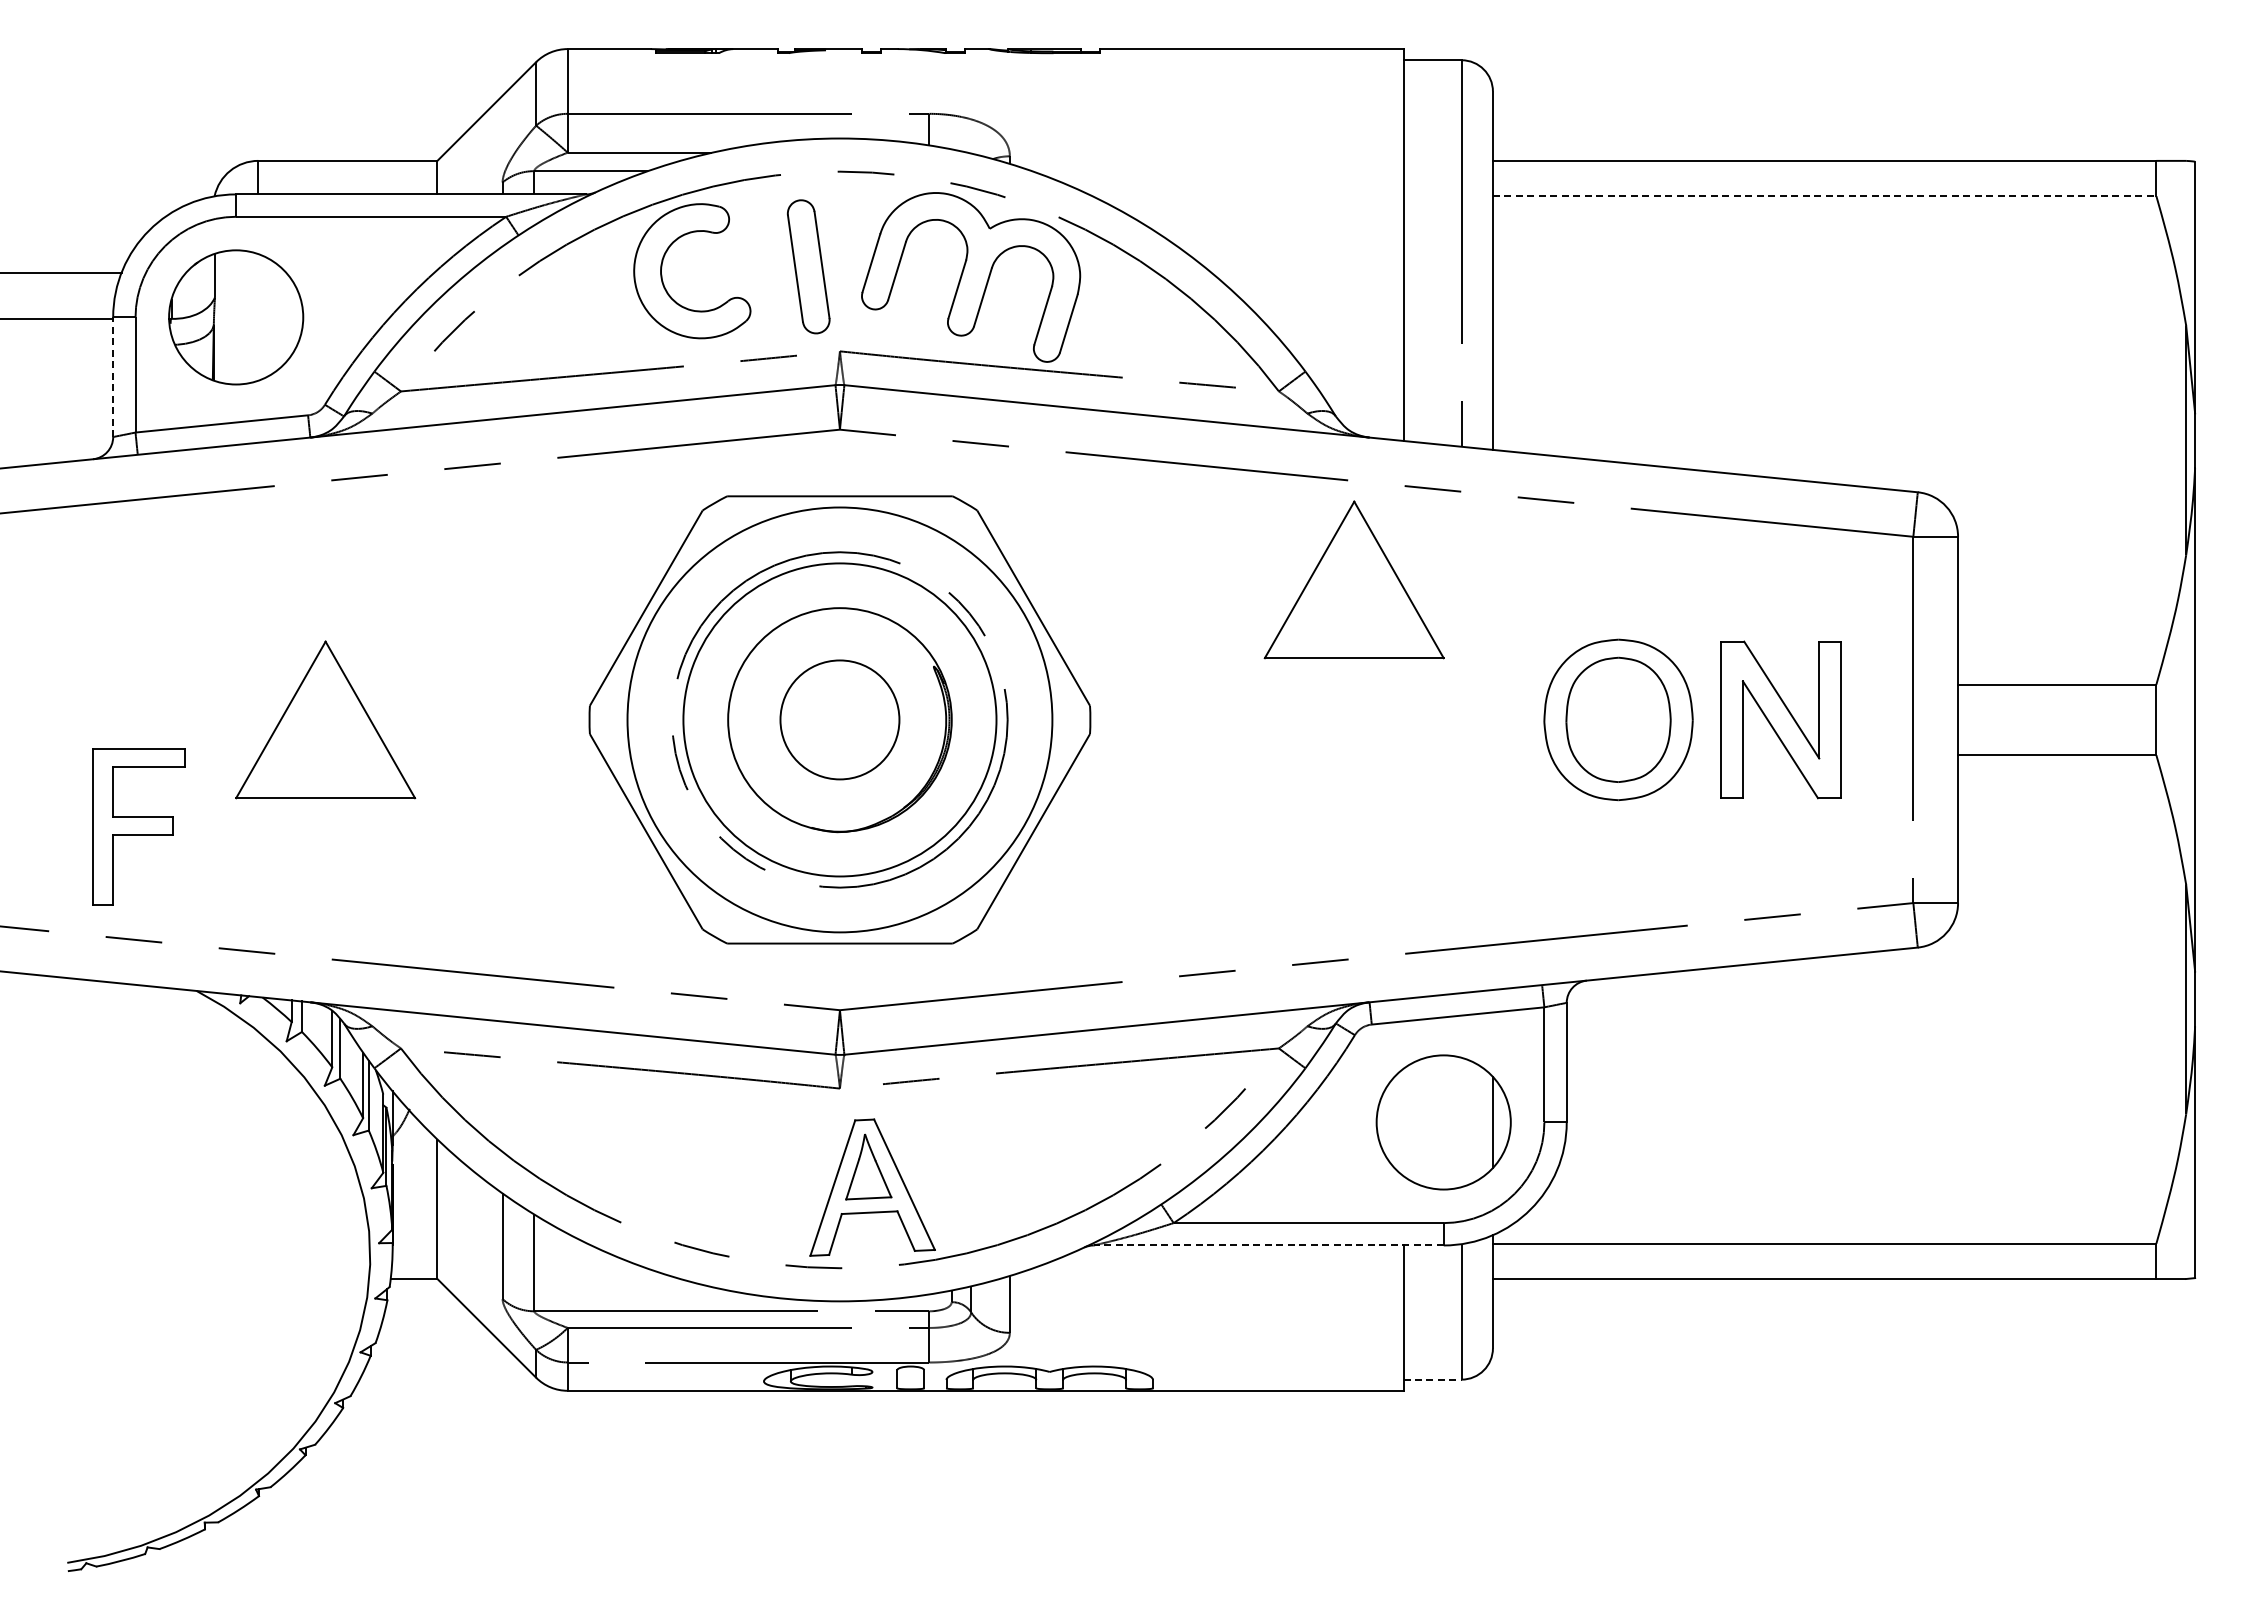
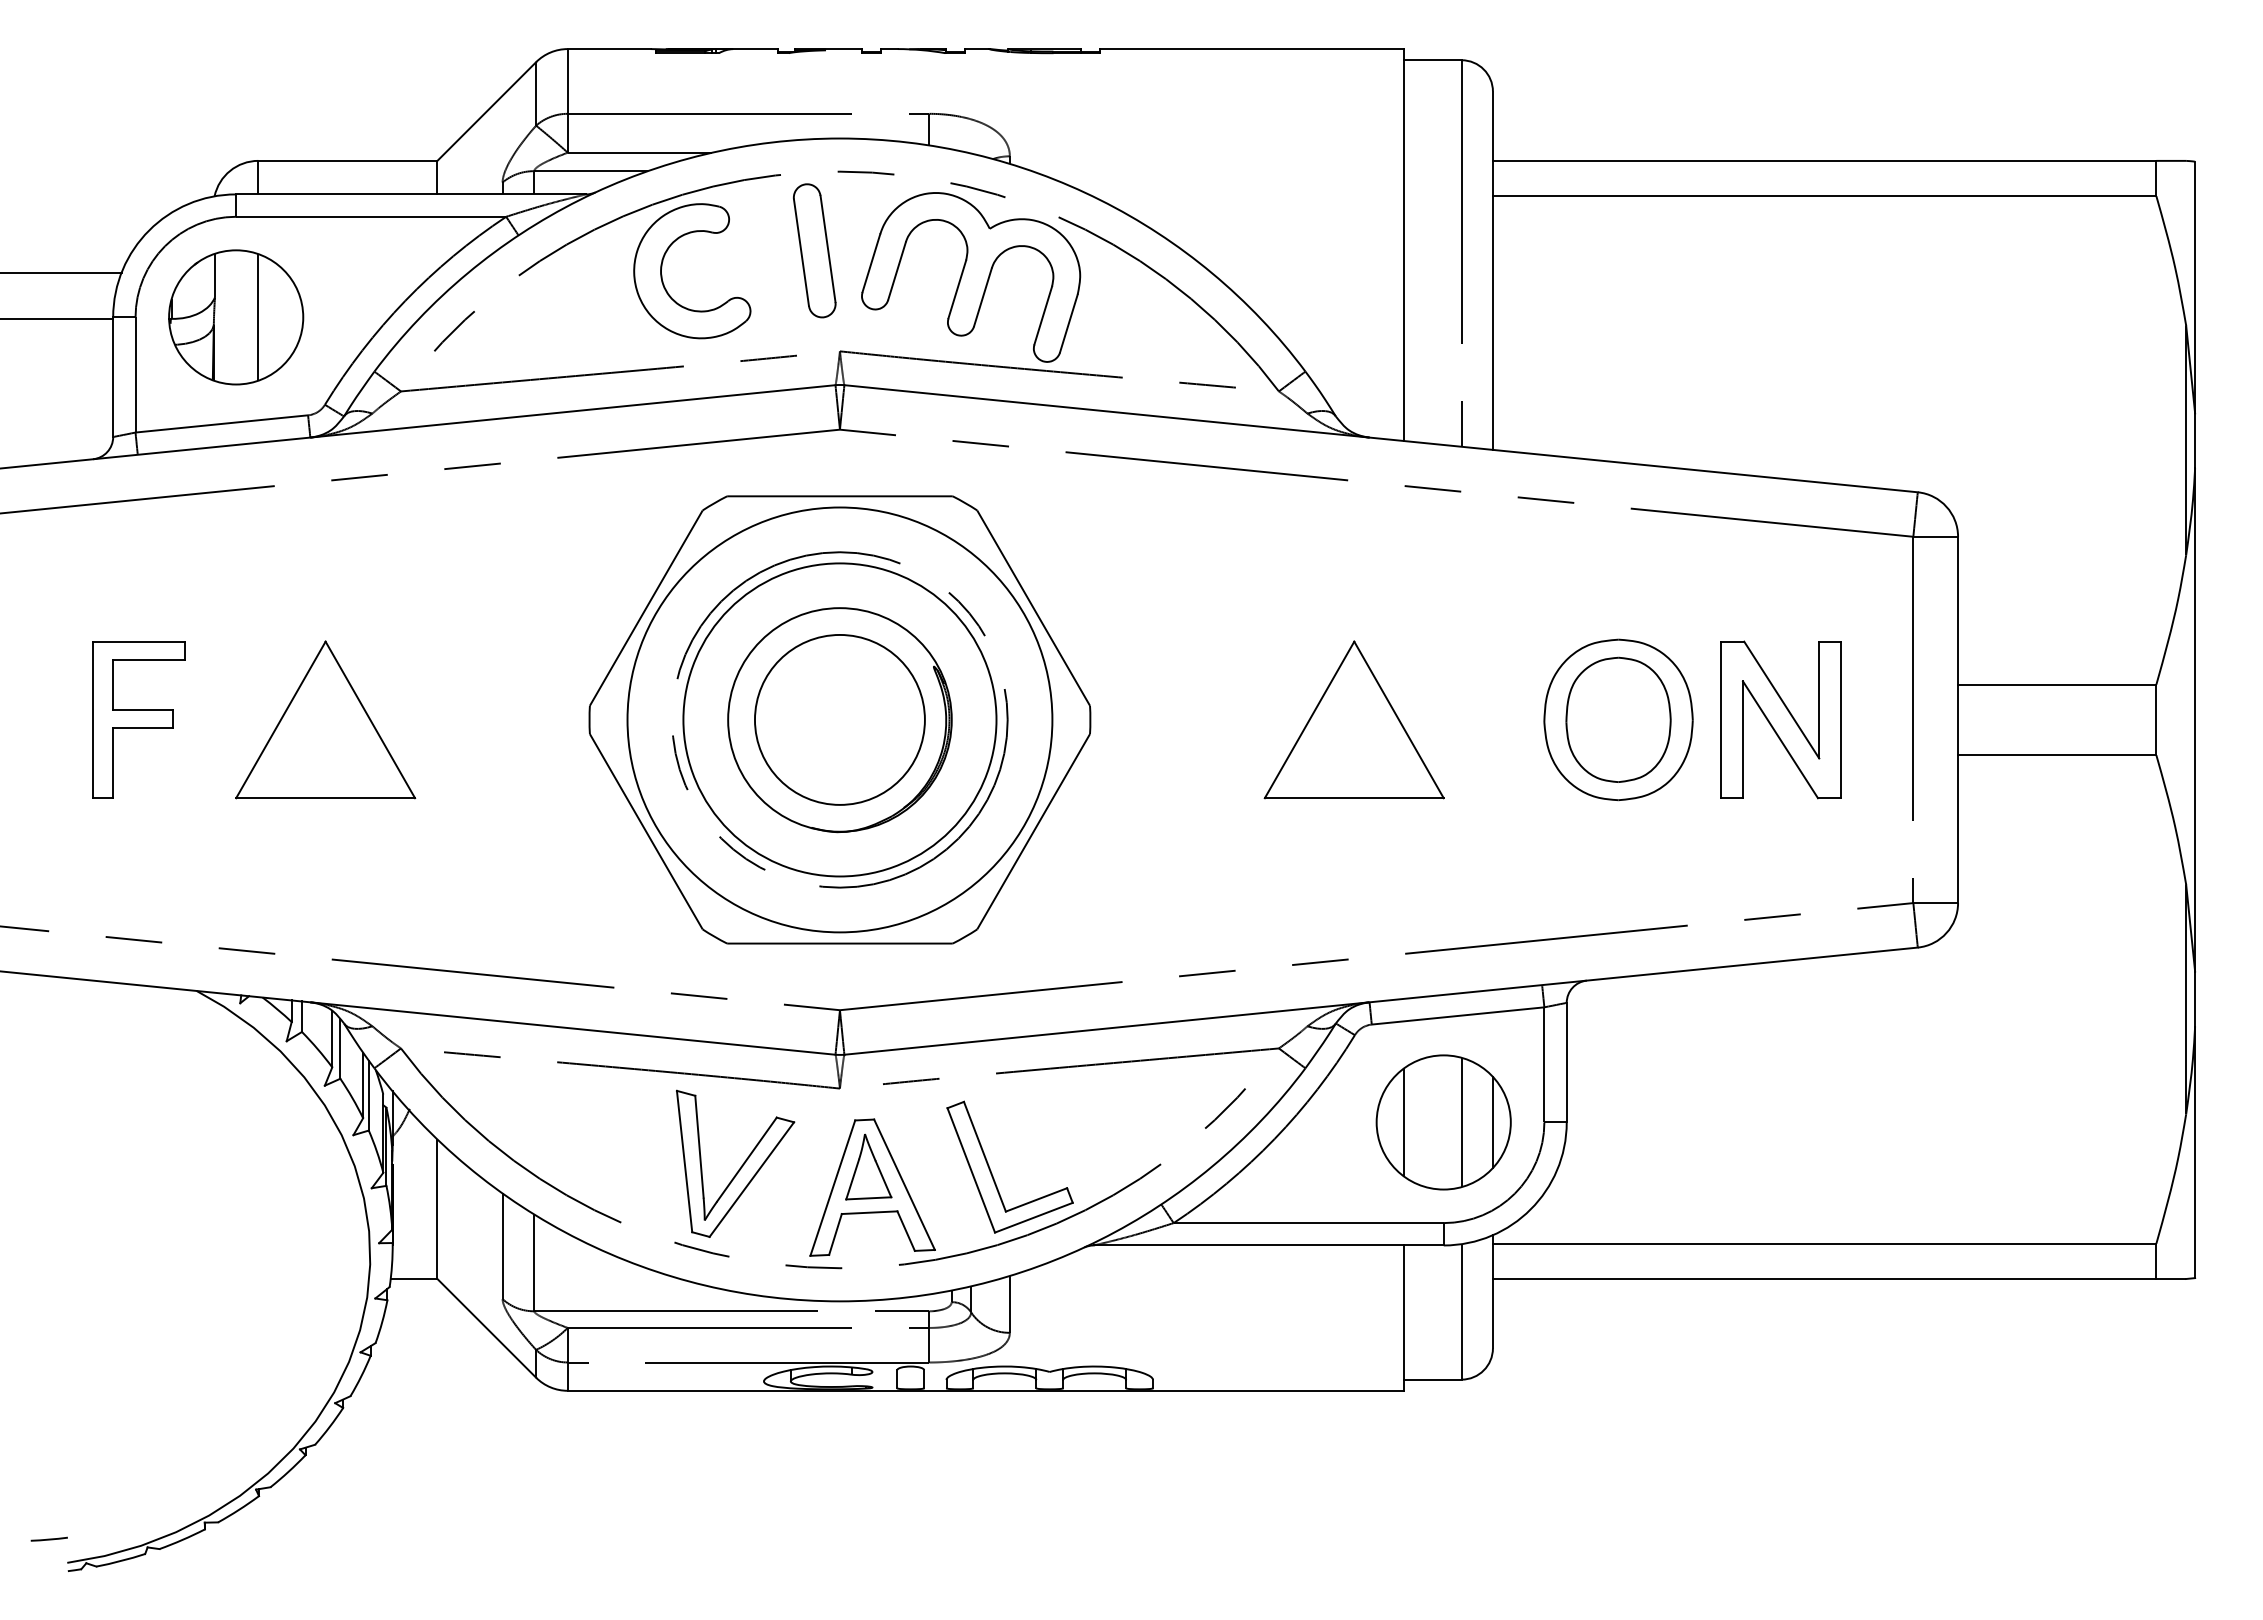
line at (1824, 196): dashed -> solid
part at (808, 266) position: (808, 266) -> (814, 250)
line at (258, 317): none -> present
line at (113, 377): dashed -> solid
part at (1353, 579) position: (1353, 579) -> (1353, 719)
circle at (839, 719) diameter: 119 px -> 170 px
part at (138, 826) position: (138, 826) -> (138, 719)
line at (1403, 1122): none -> present
line at (1461, 1122): none -> present
part at (735, 1163): none -> present
part at (993, 1175): none -> present
line at (1268, 1245): dashed -> solid
line at (1433, 1379): dashed -> solid
line at (48, 1538): none -> present
